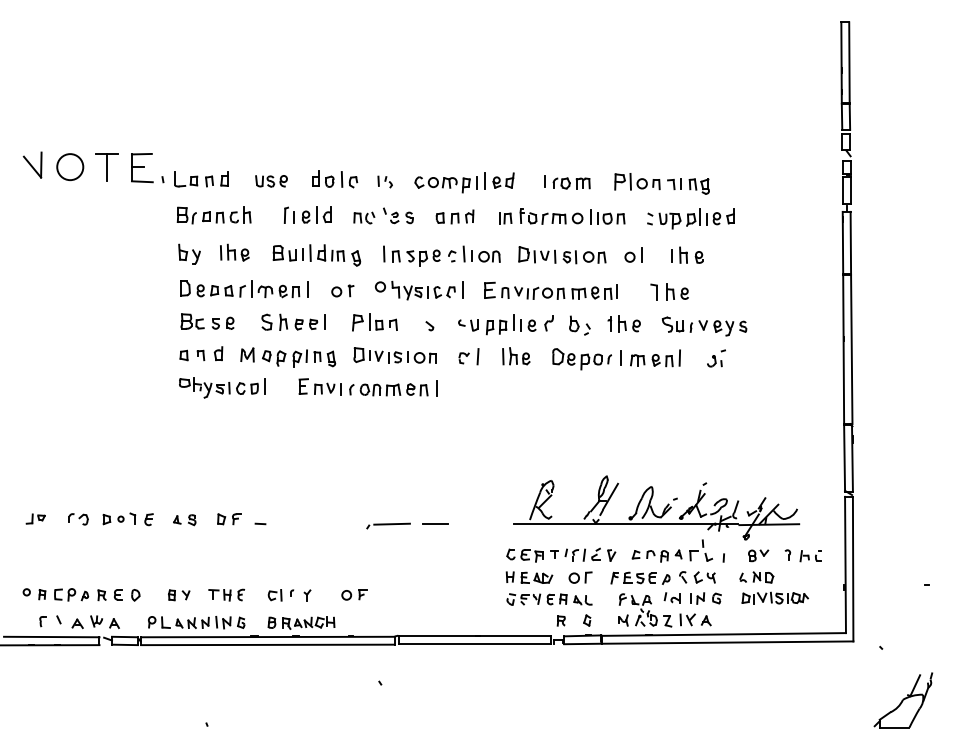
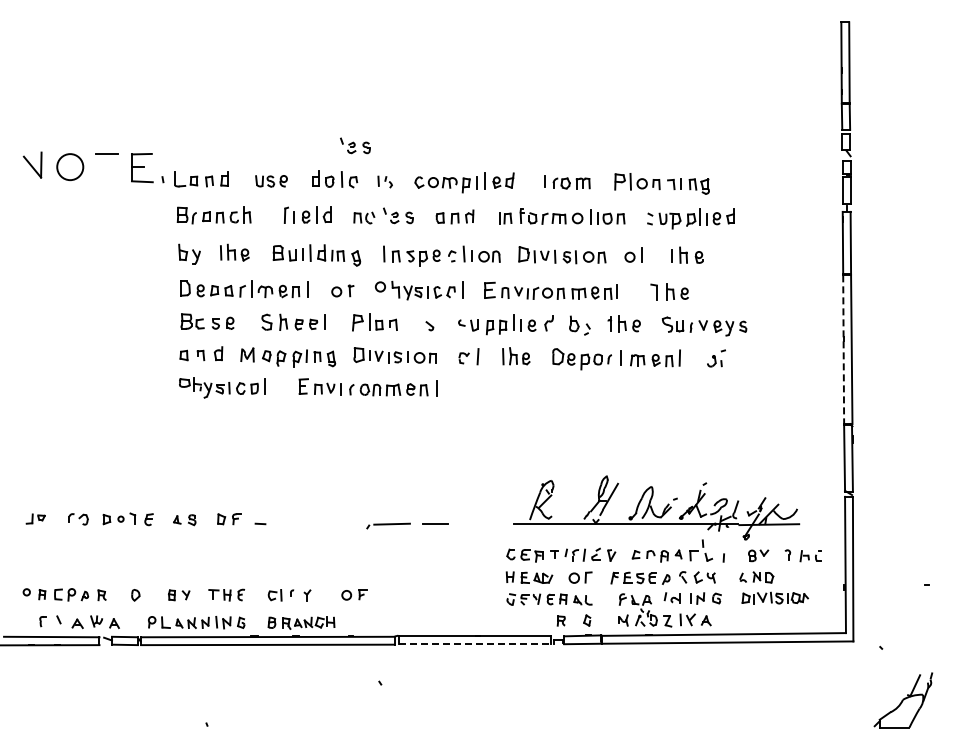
part at (355, 145): none -> present
line at (106, 167): present -> none
line at (843, 350): solid -> dashed
part at (118, 594): present -> none
line at (475, 643): solid -> dashed
